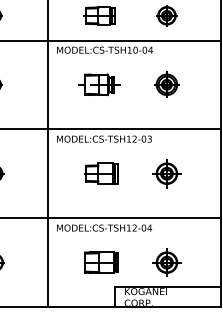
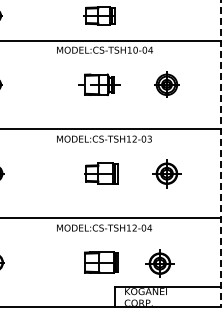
part at (166, 15): present -> none
line at (48, 154): present -> none
line at (221, 154): solid -> dashed
part at (166, 262) position: (166, 262) -> (159, 263)
